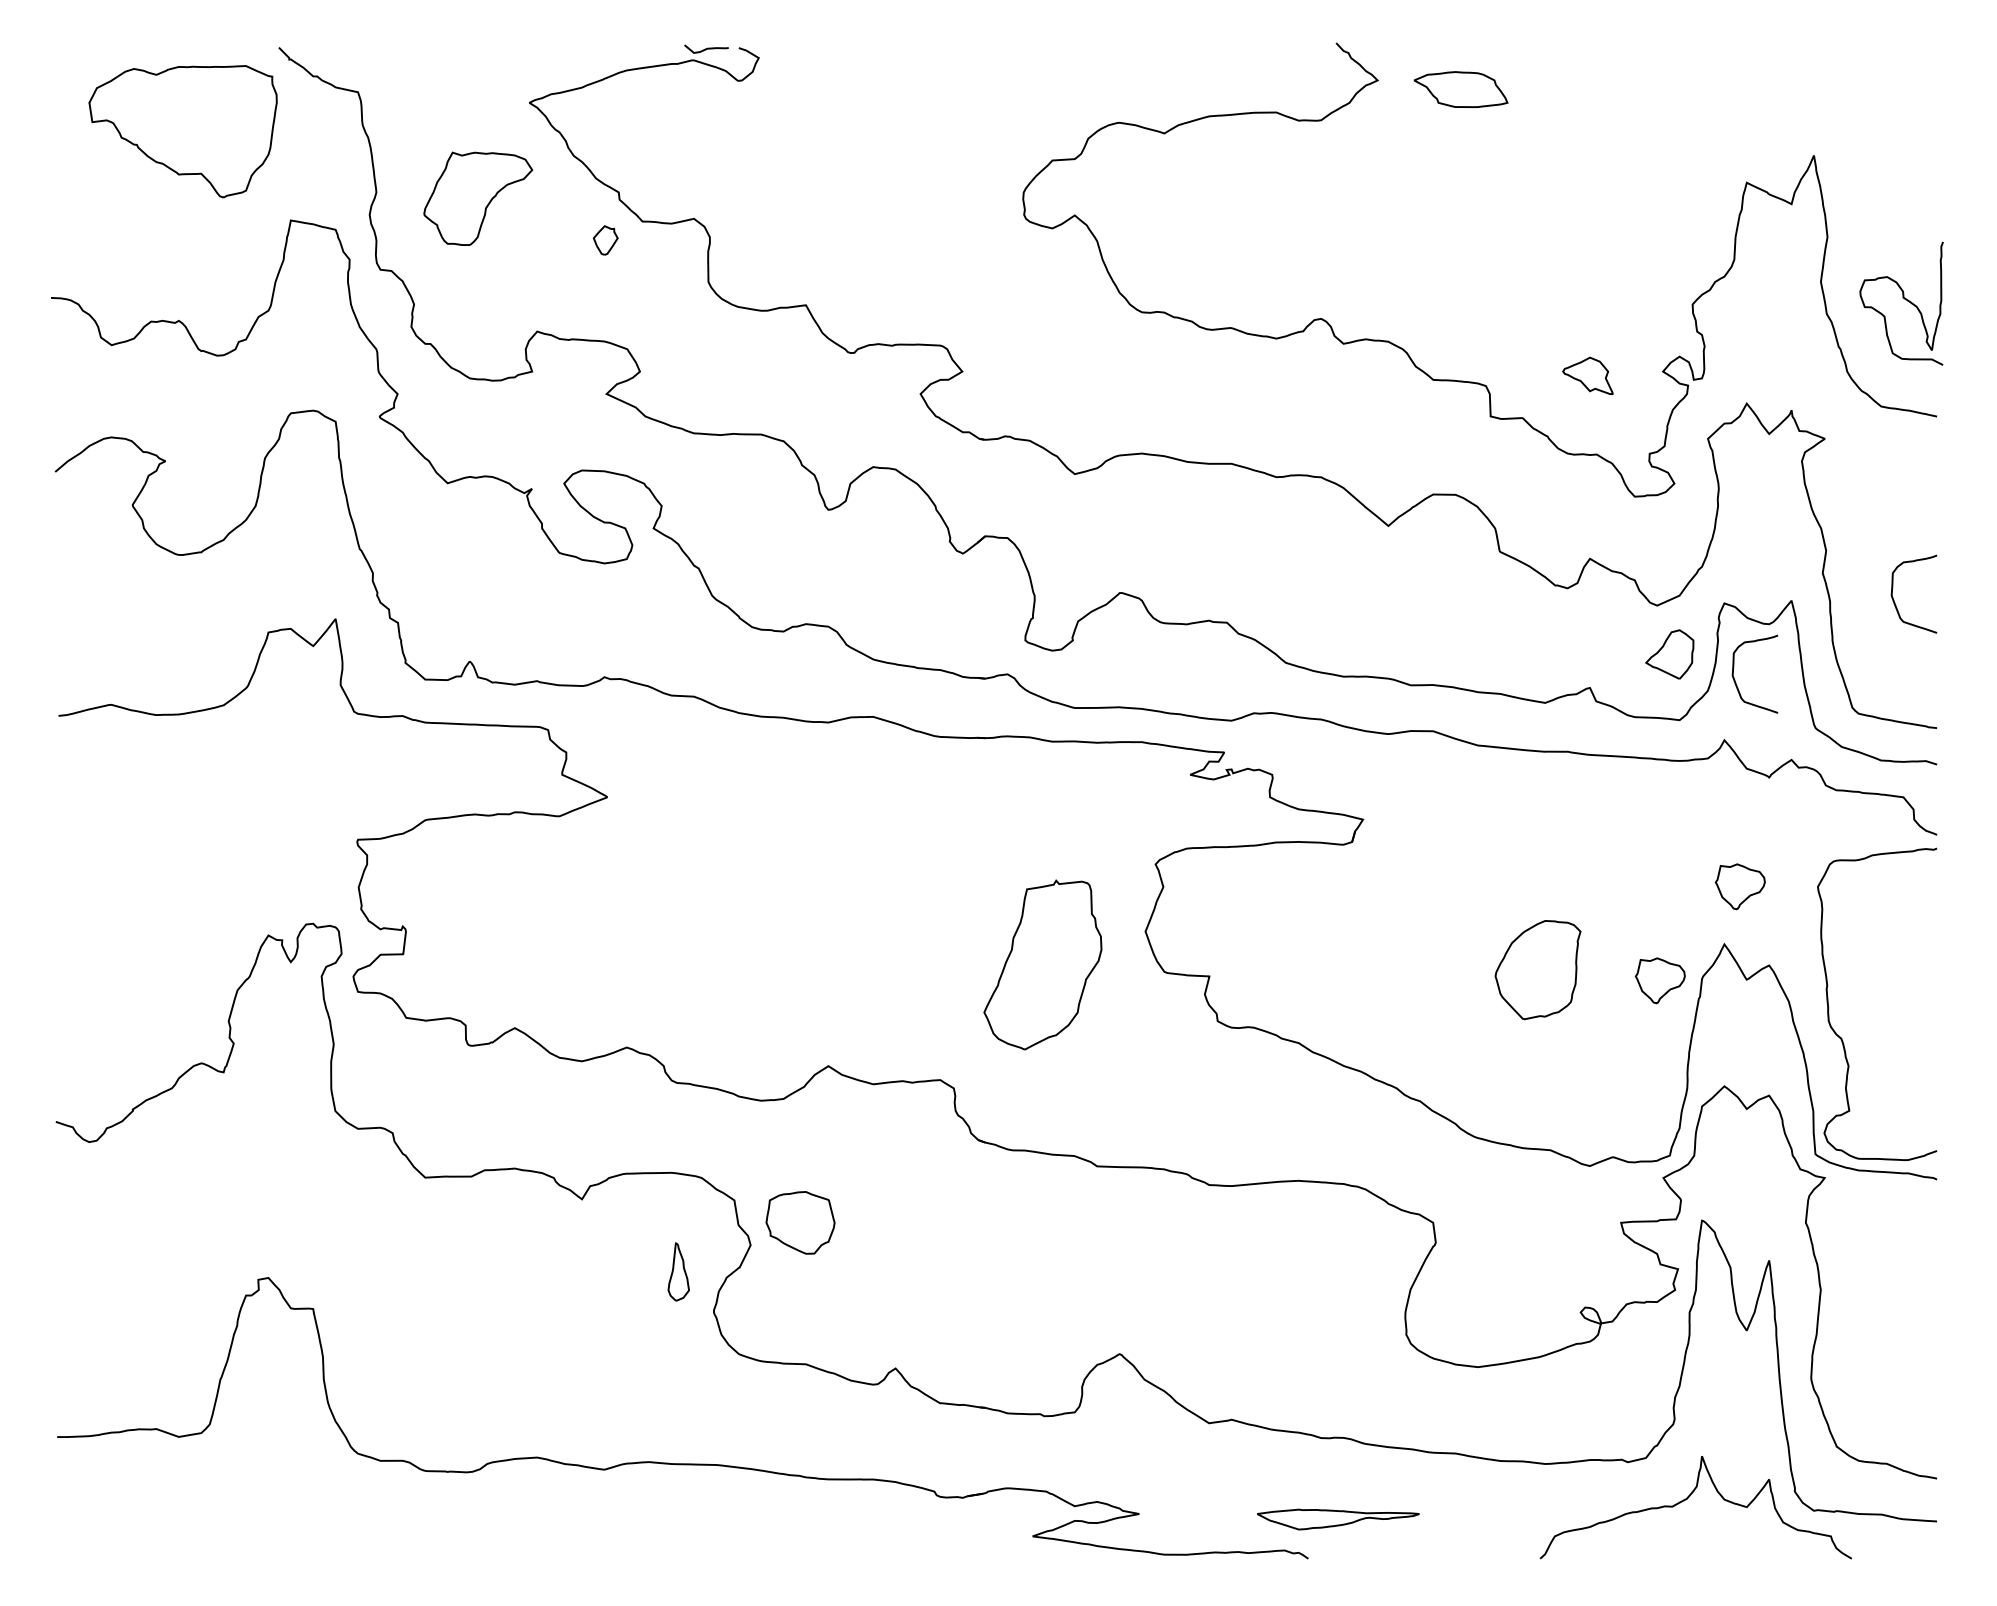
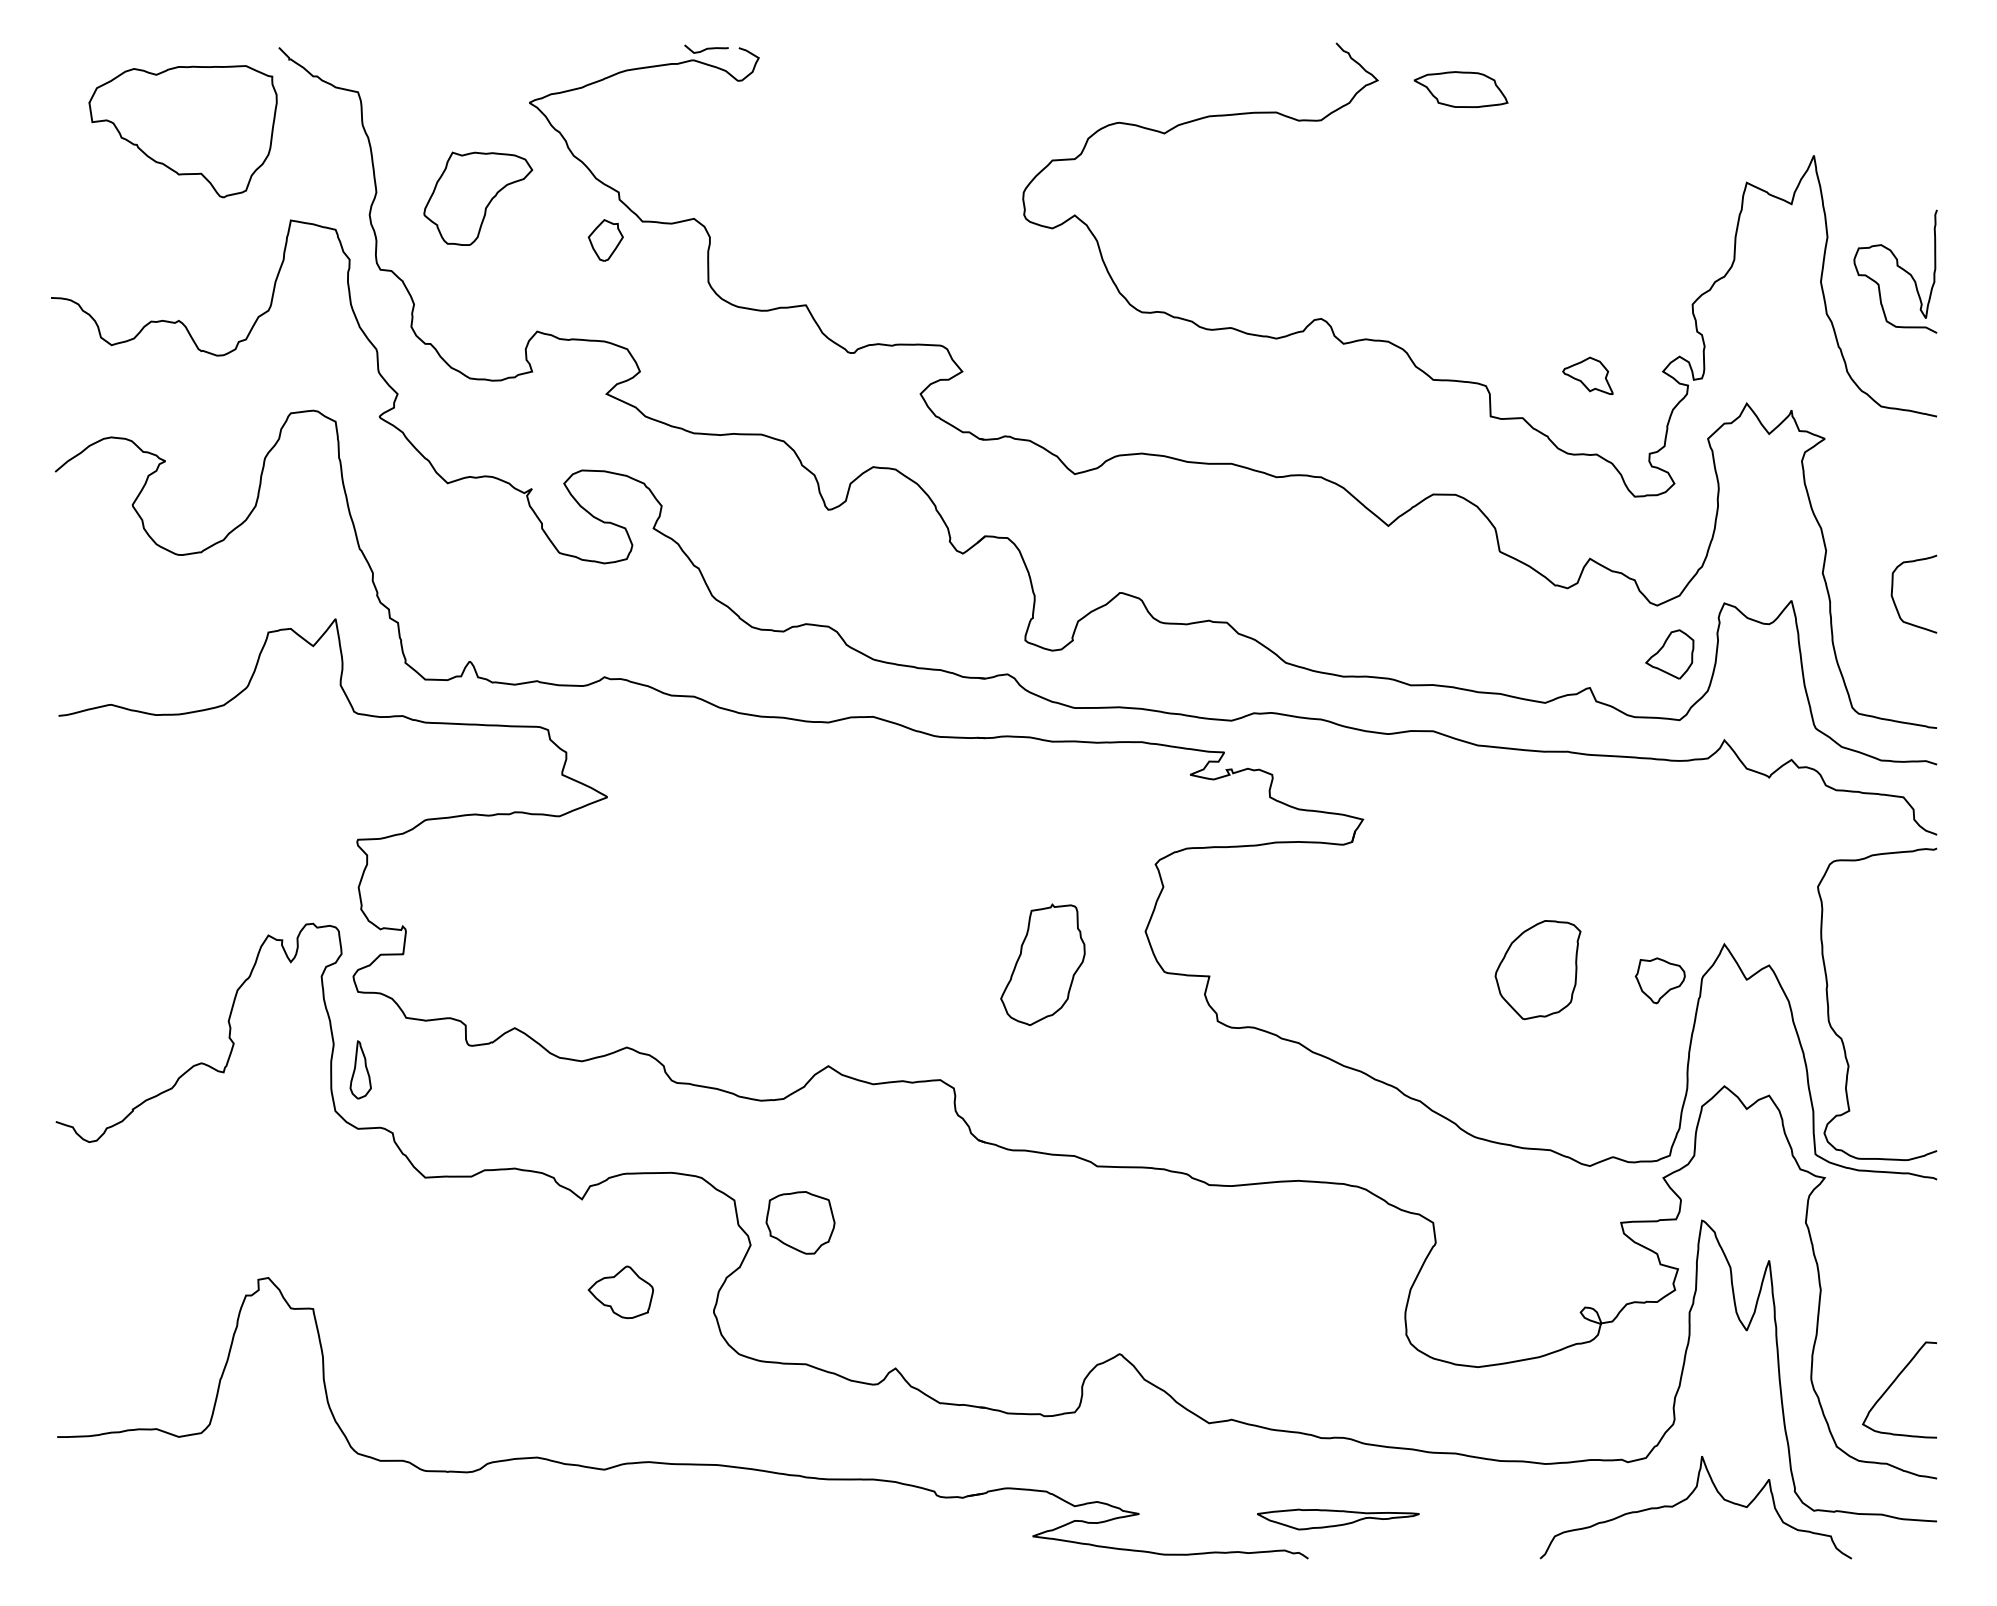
part at (605, 240) size: 26x31 px -> 37x43 px
curve at (1904, 299) position: (1904, 299) -> (1898, 267)
curve at (1735, 679): present -> none
part at (1739, 886): present -> none
part at (1042, 964) size: 120x172 px -> 86x123 px
part at (678, 1271) position: (678, 1271) -> (360, 1069)
part at (620, 1292): none -> present
curve at (1893, 1383): none -> present
